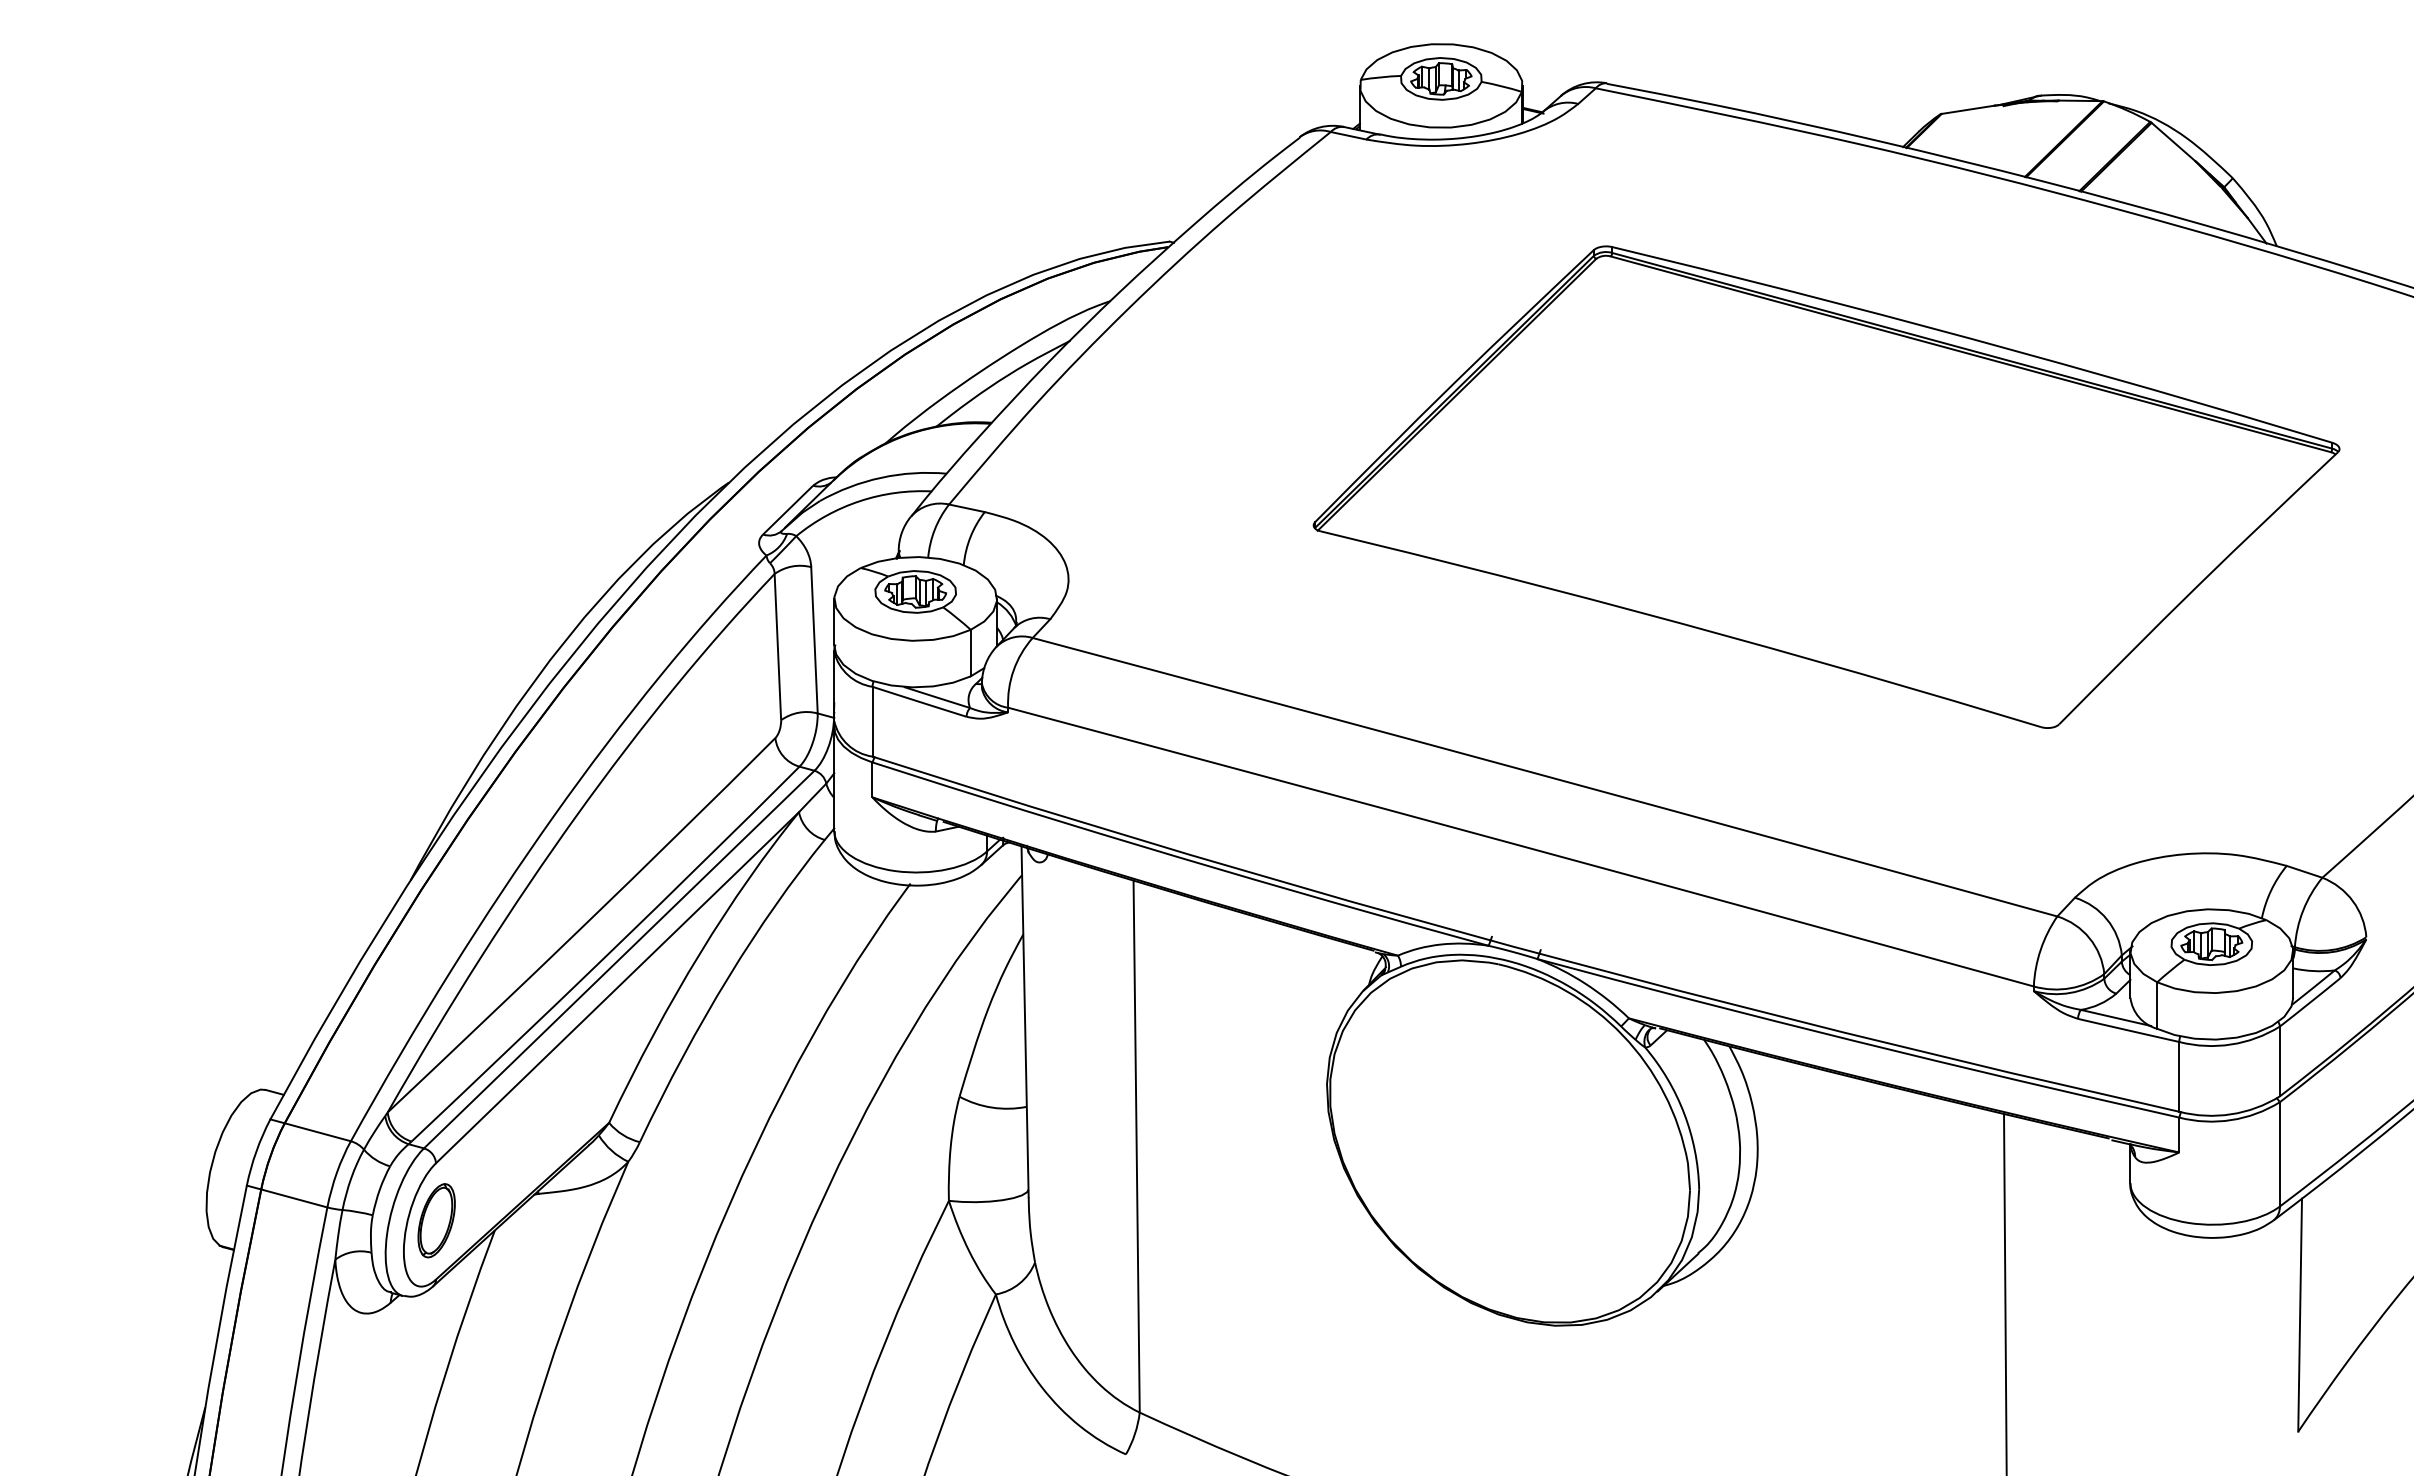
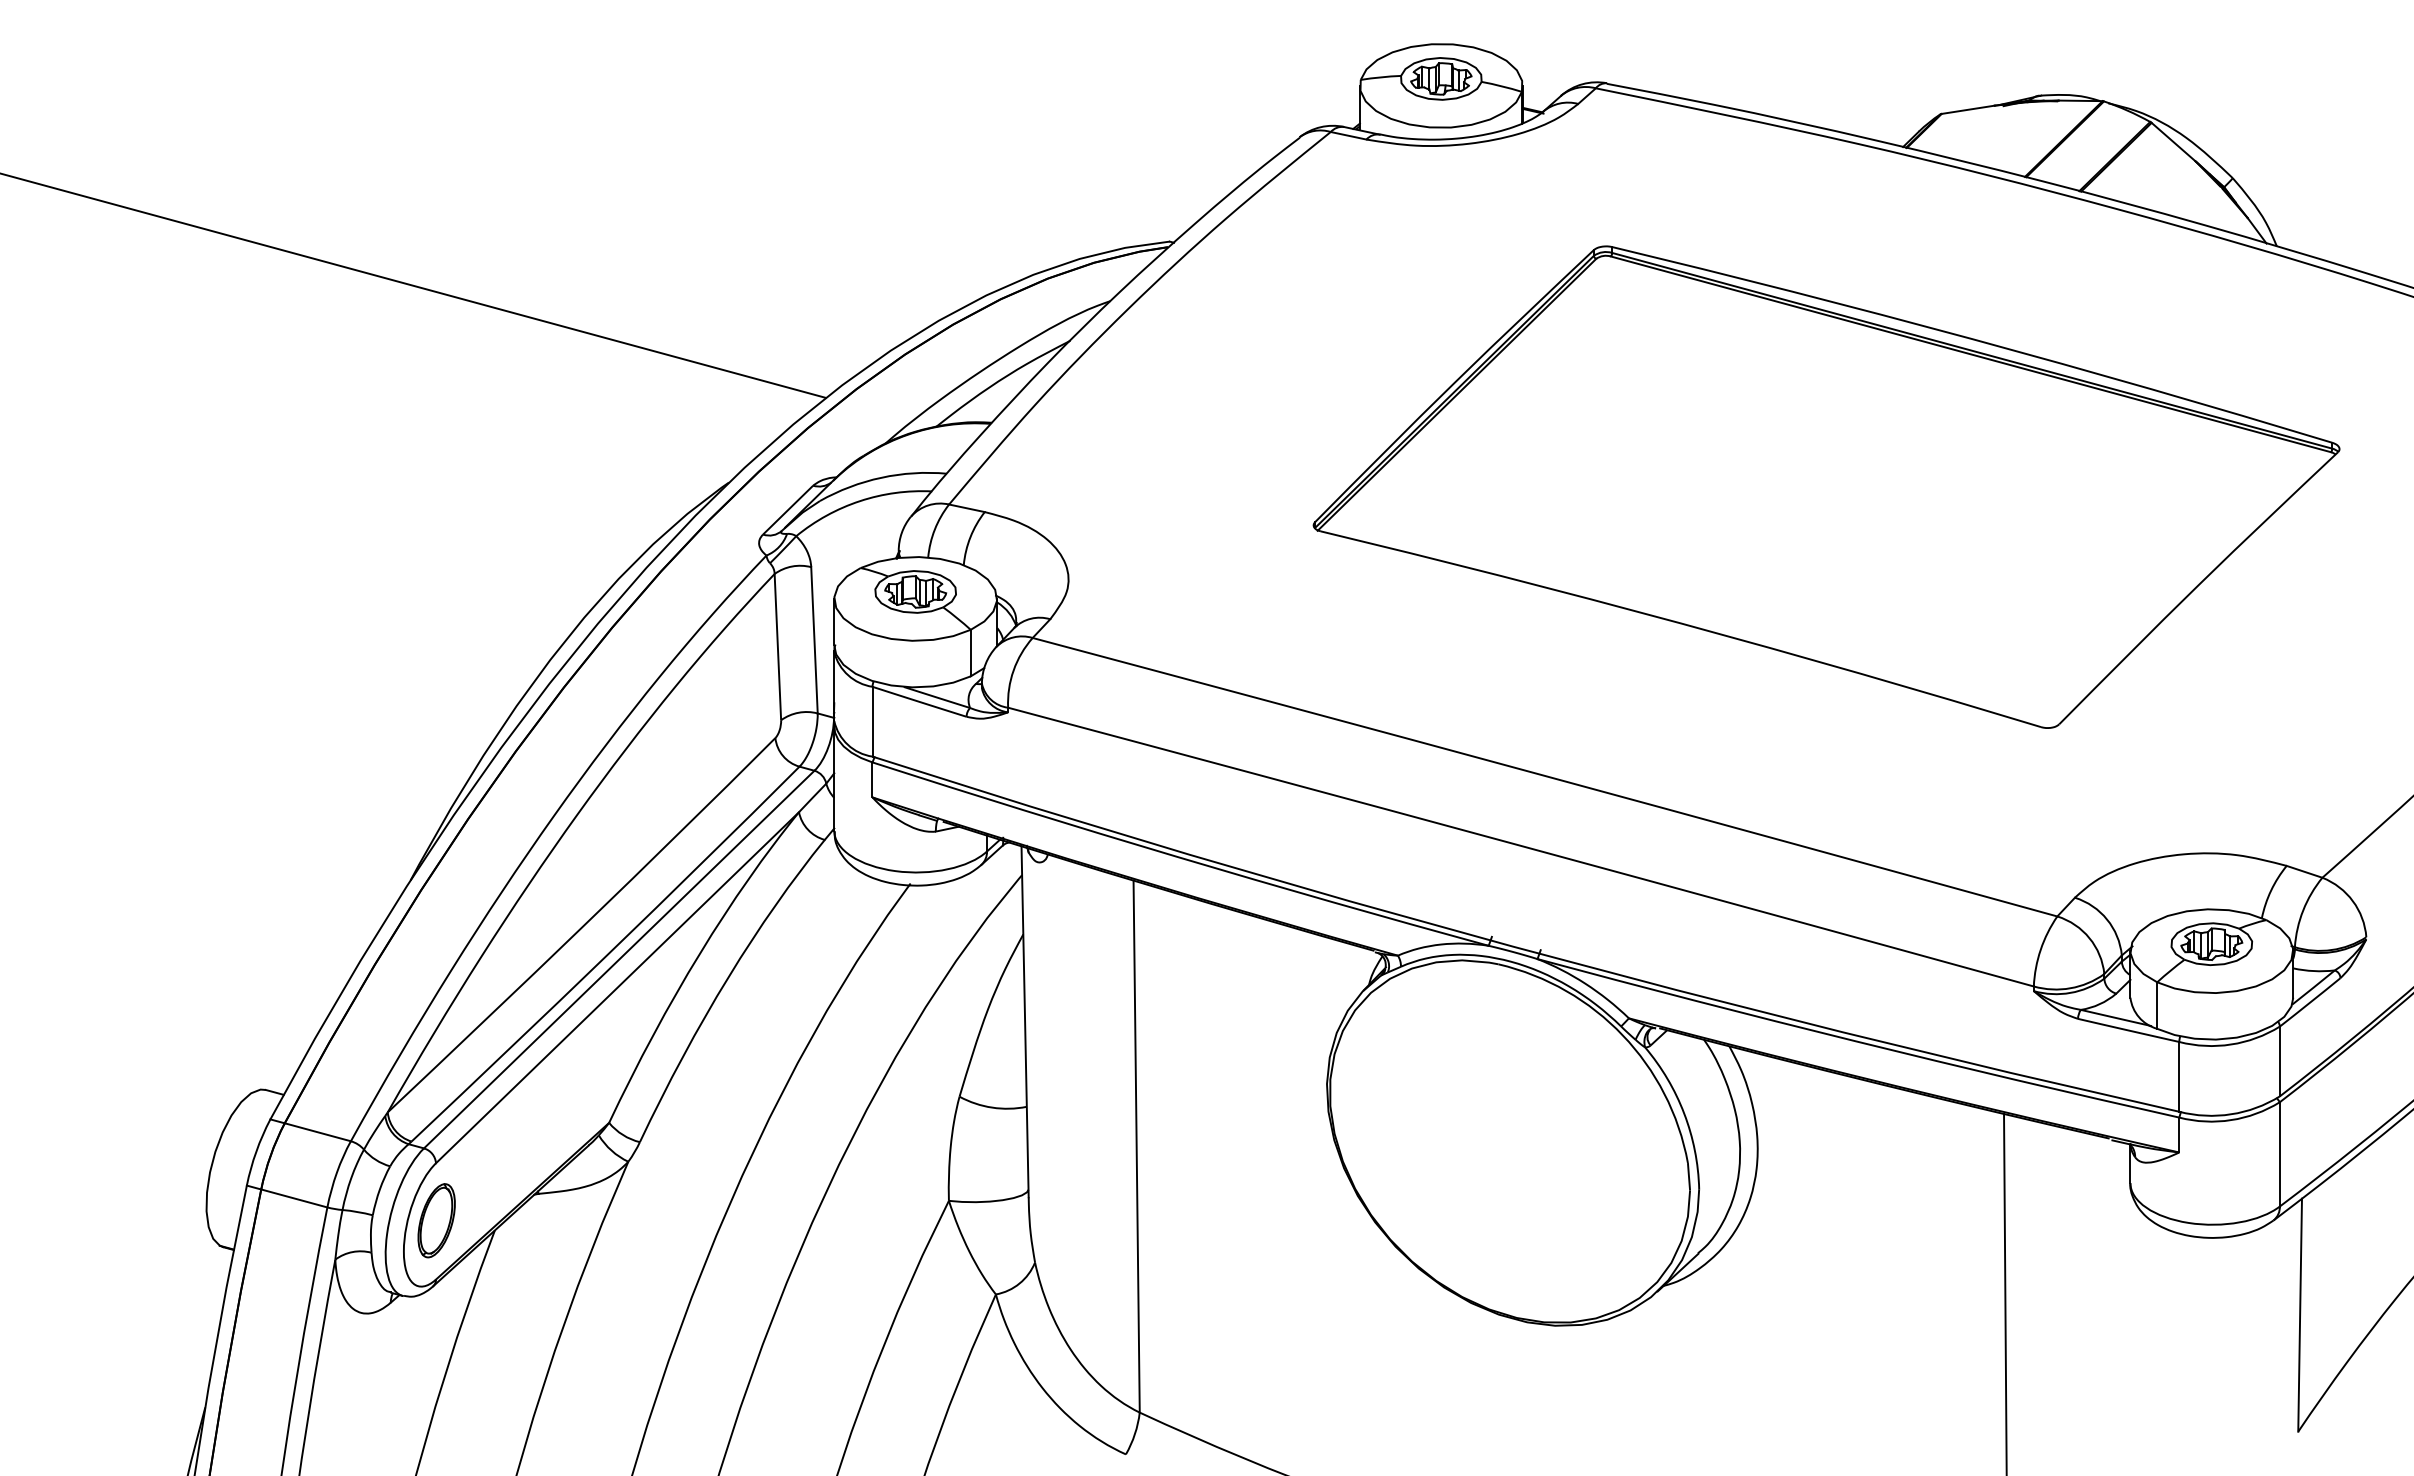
line at (413, 285): none -> present
